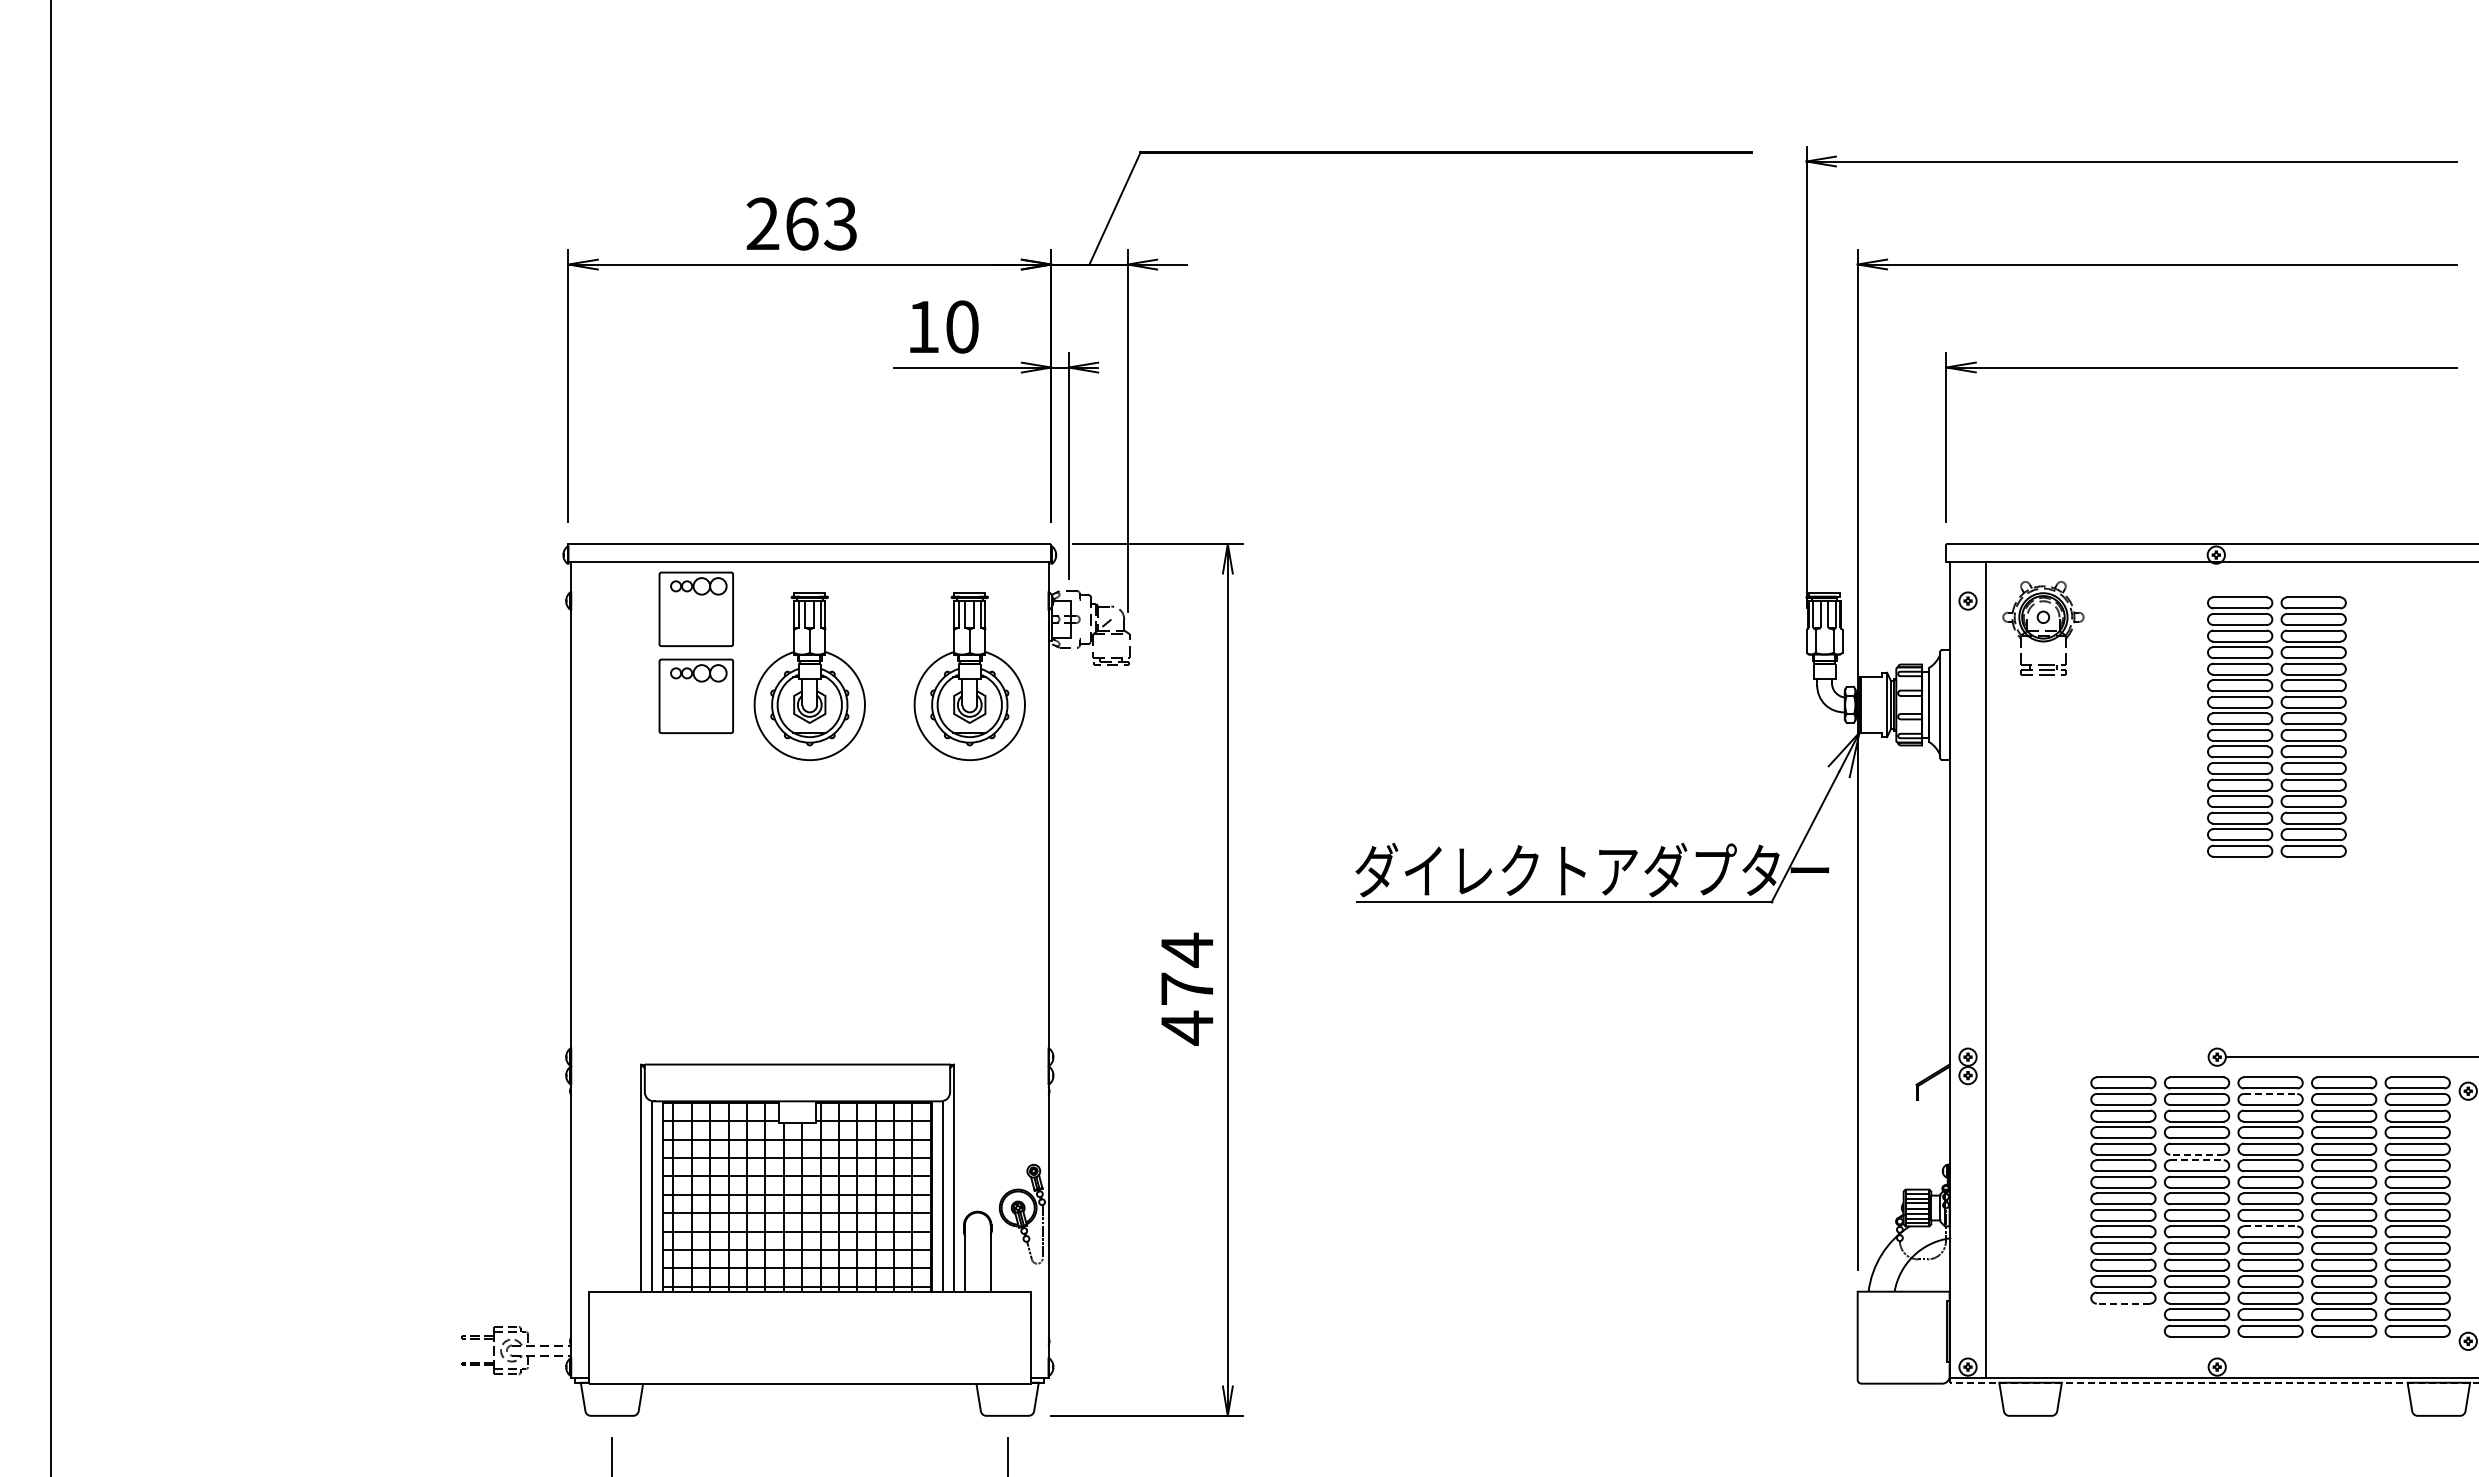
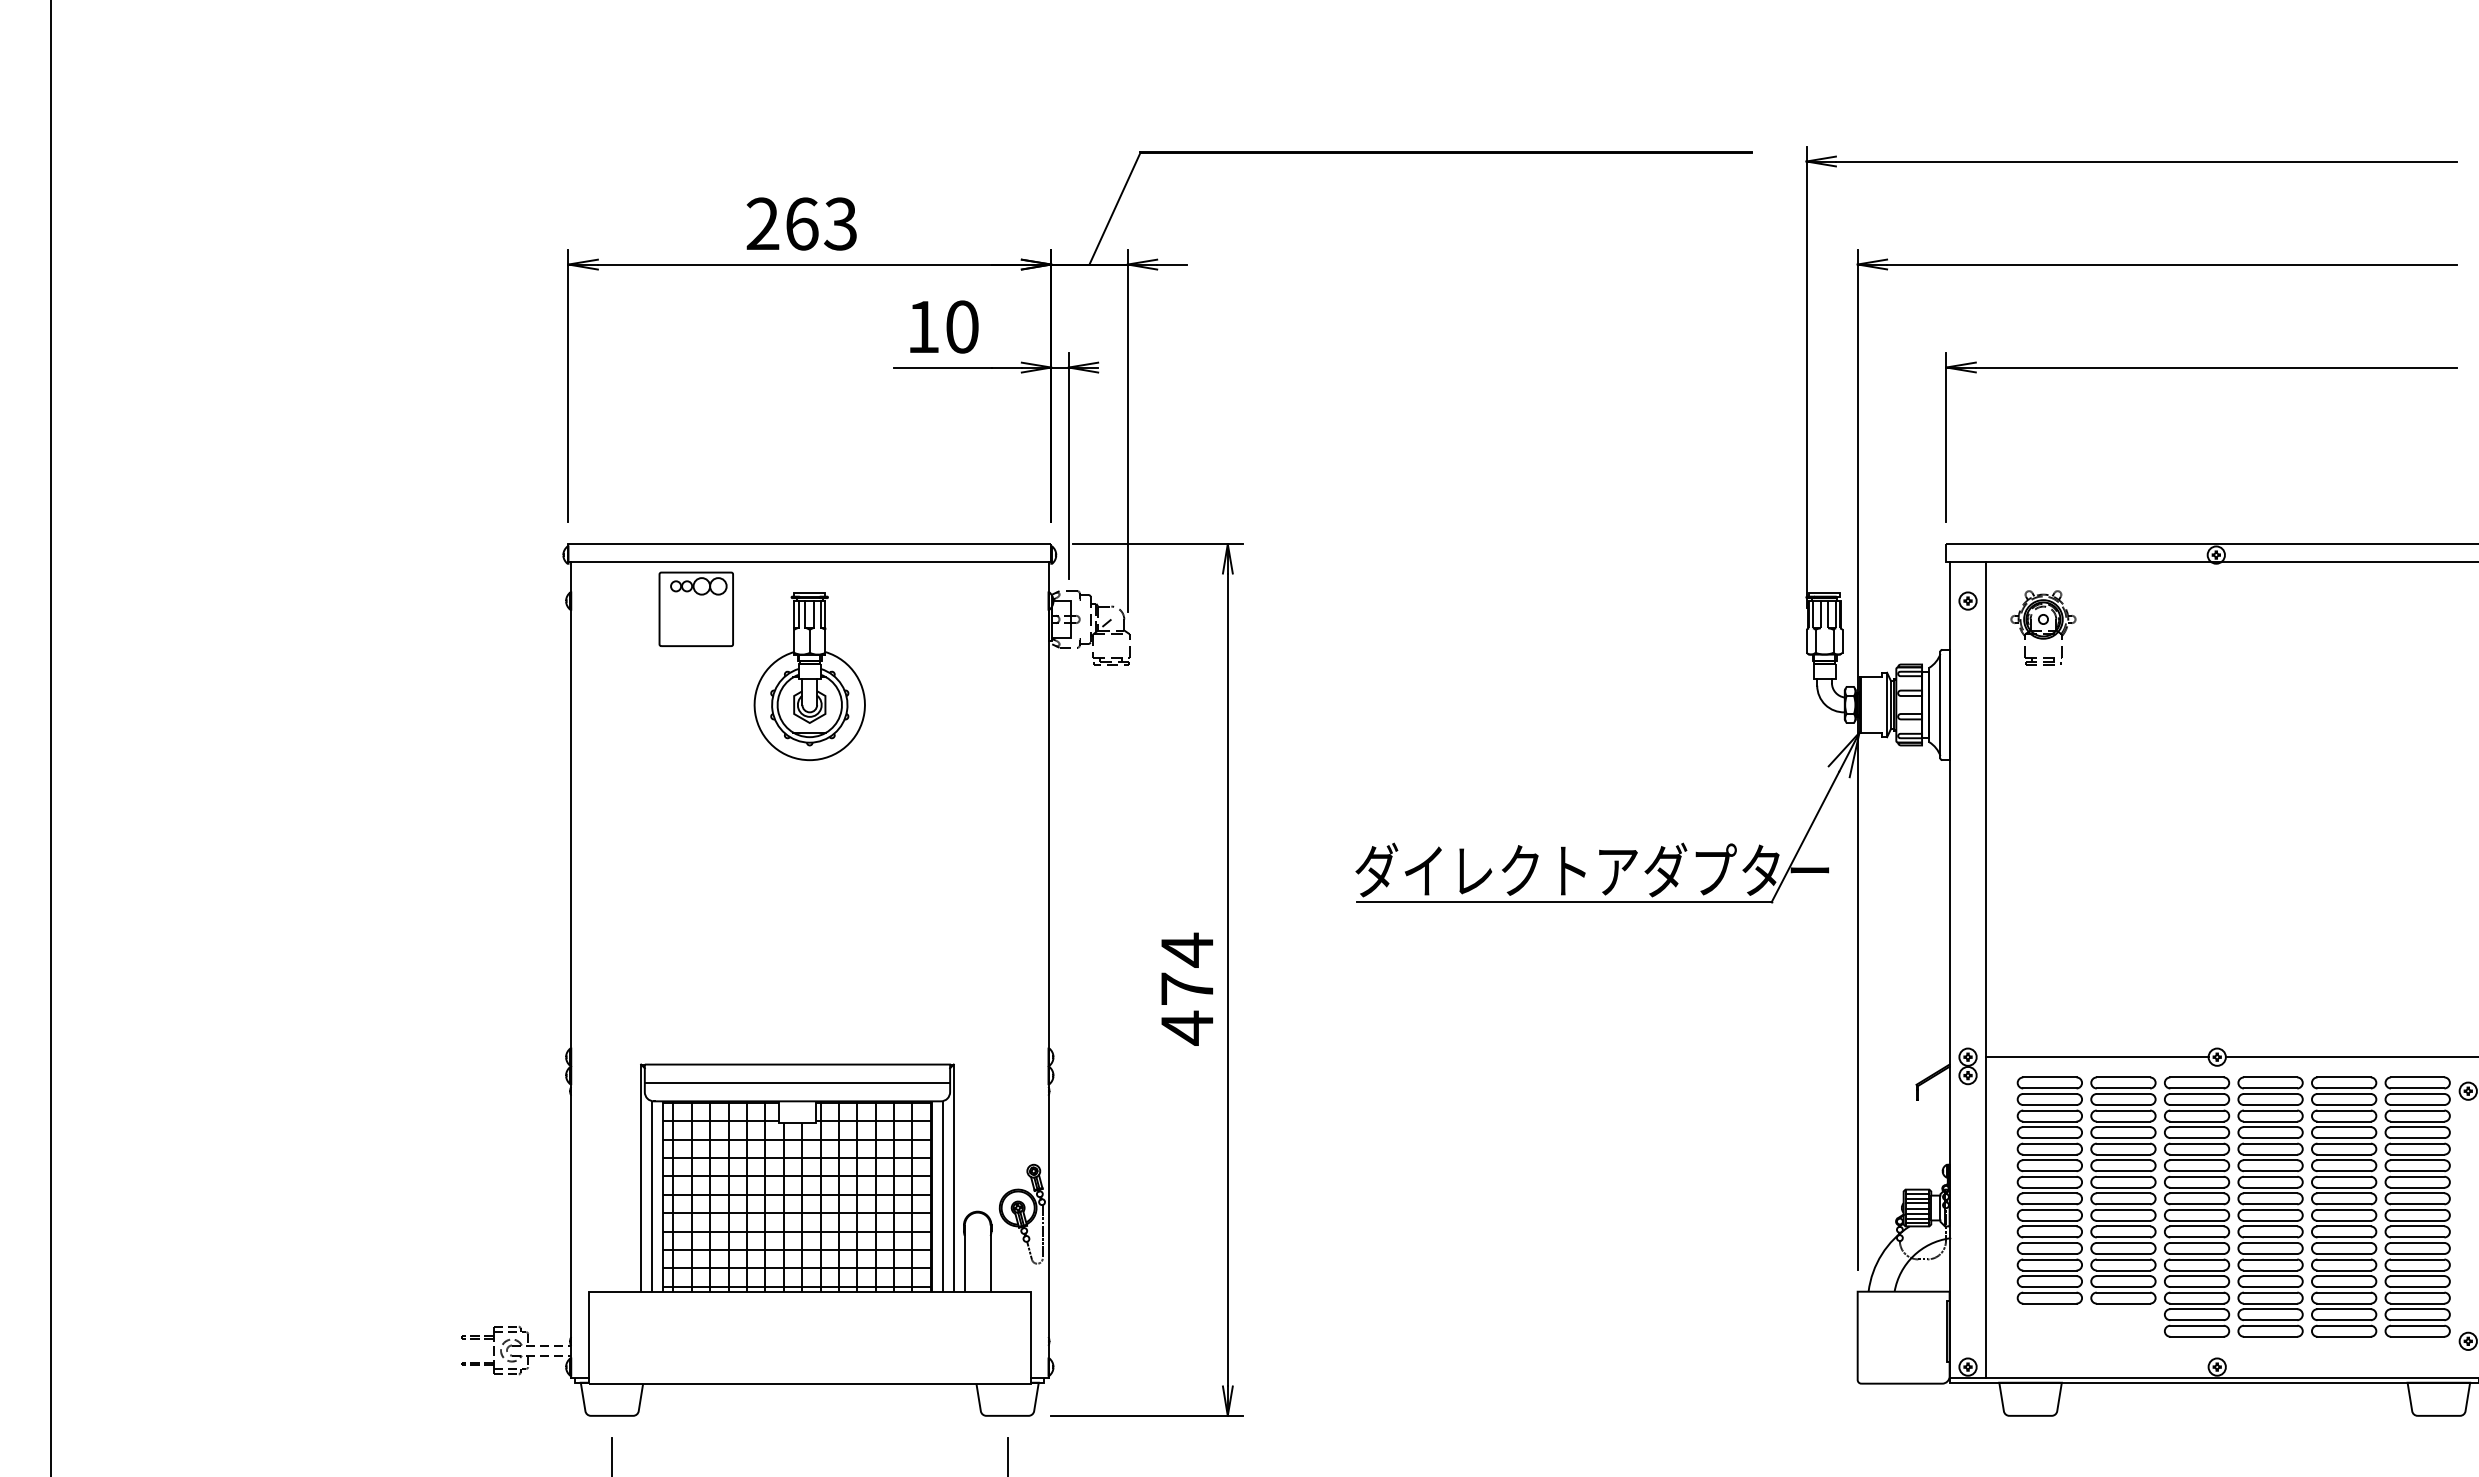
part at (2043, 628) size: 83x95 px -> 67x76 px
part at (969, 676): present -> none
part at (695, 695): present -> none
part at (2276, 726): present -> none
line at (2097, 1057): none -> present
line at (797, 1082): none -> present
line at (2270, 1093): dashed -> solid
line at (2197, 1154): dashed -> solid
line at (2197, 1160): dashed -> solid
part at (2049, 1190): none -> present
line at (2270, 1226): dashed -> solid
line at (2123, 1303): dashed -> solid
line at (2211, 1382): dashed -> solid
